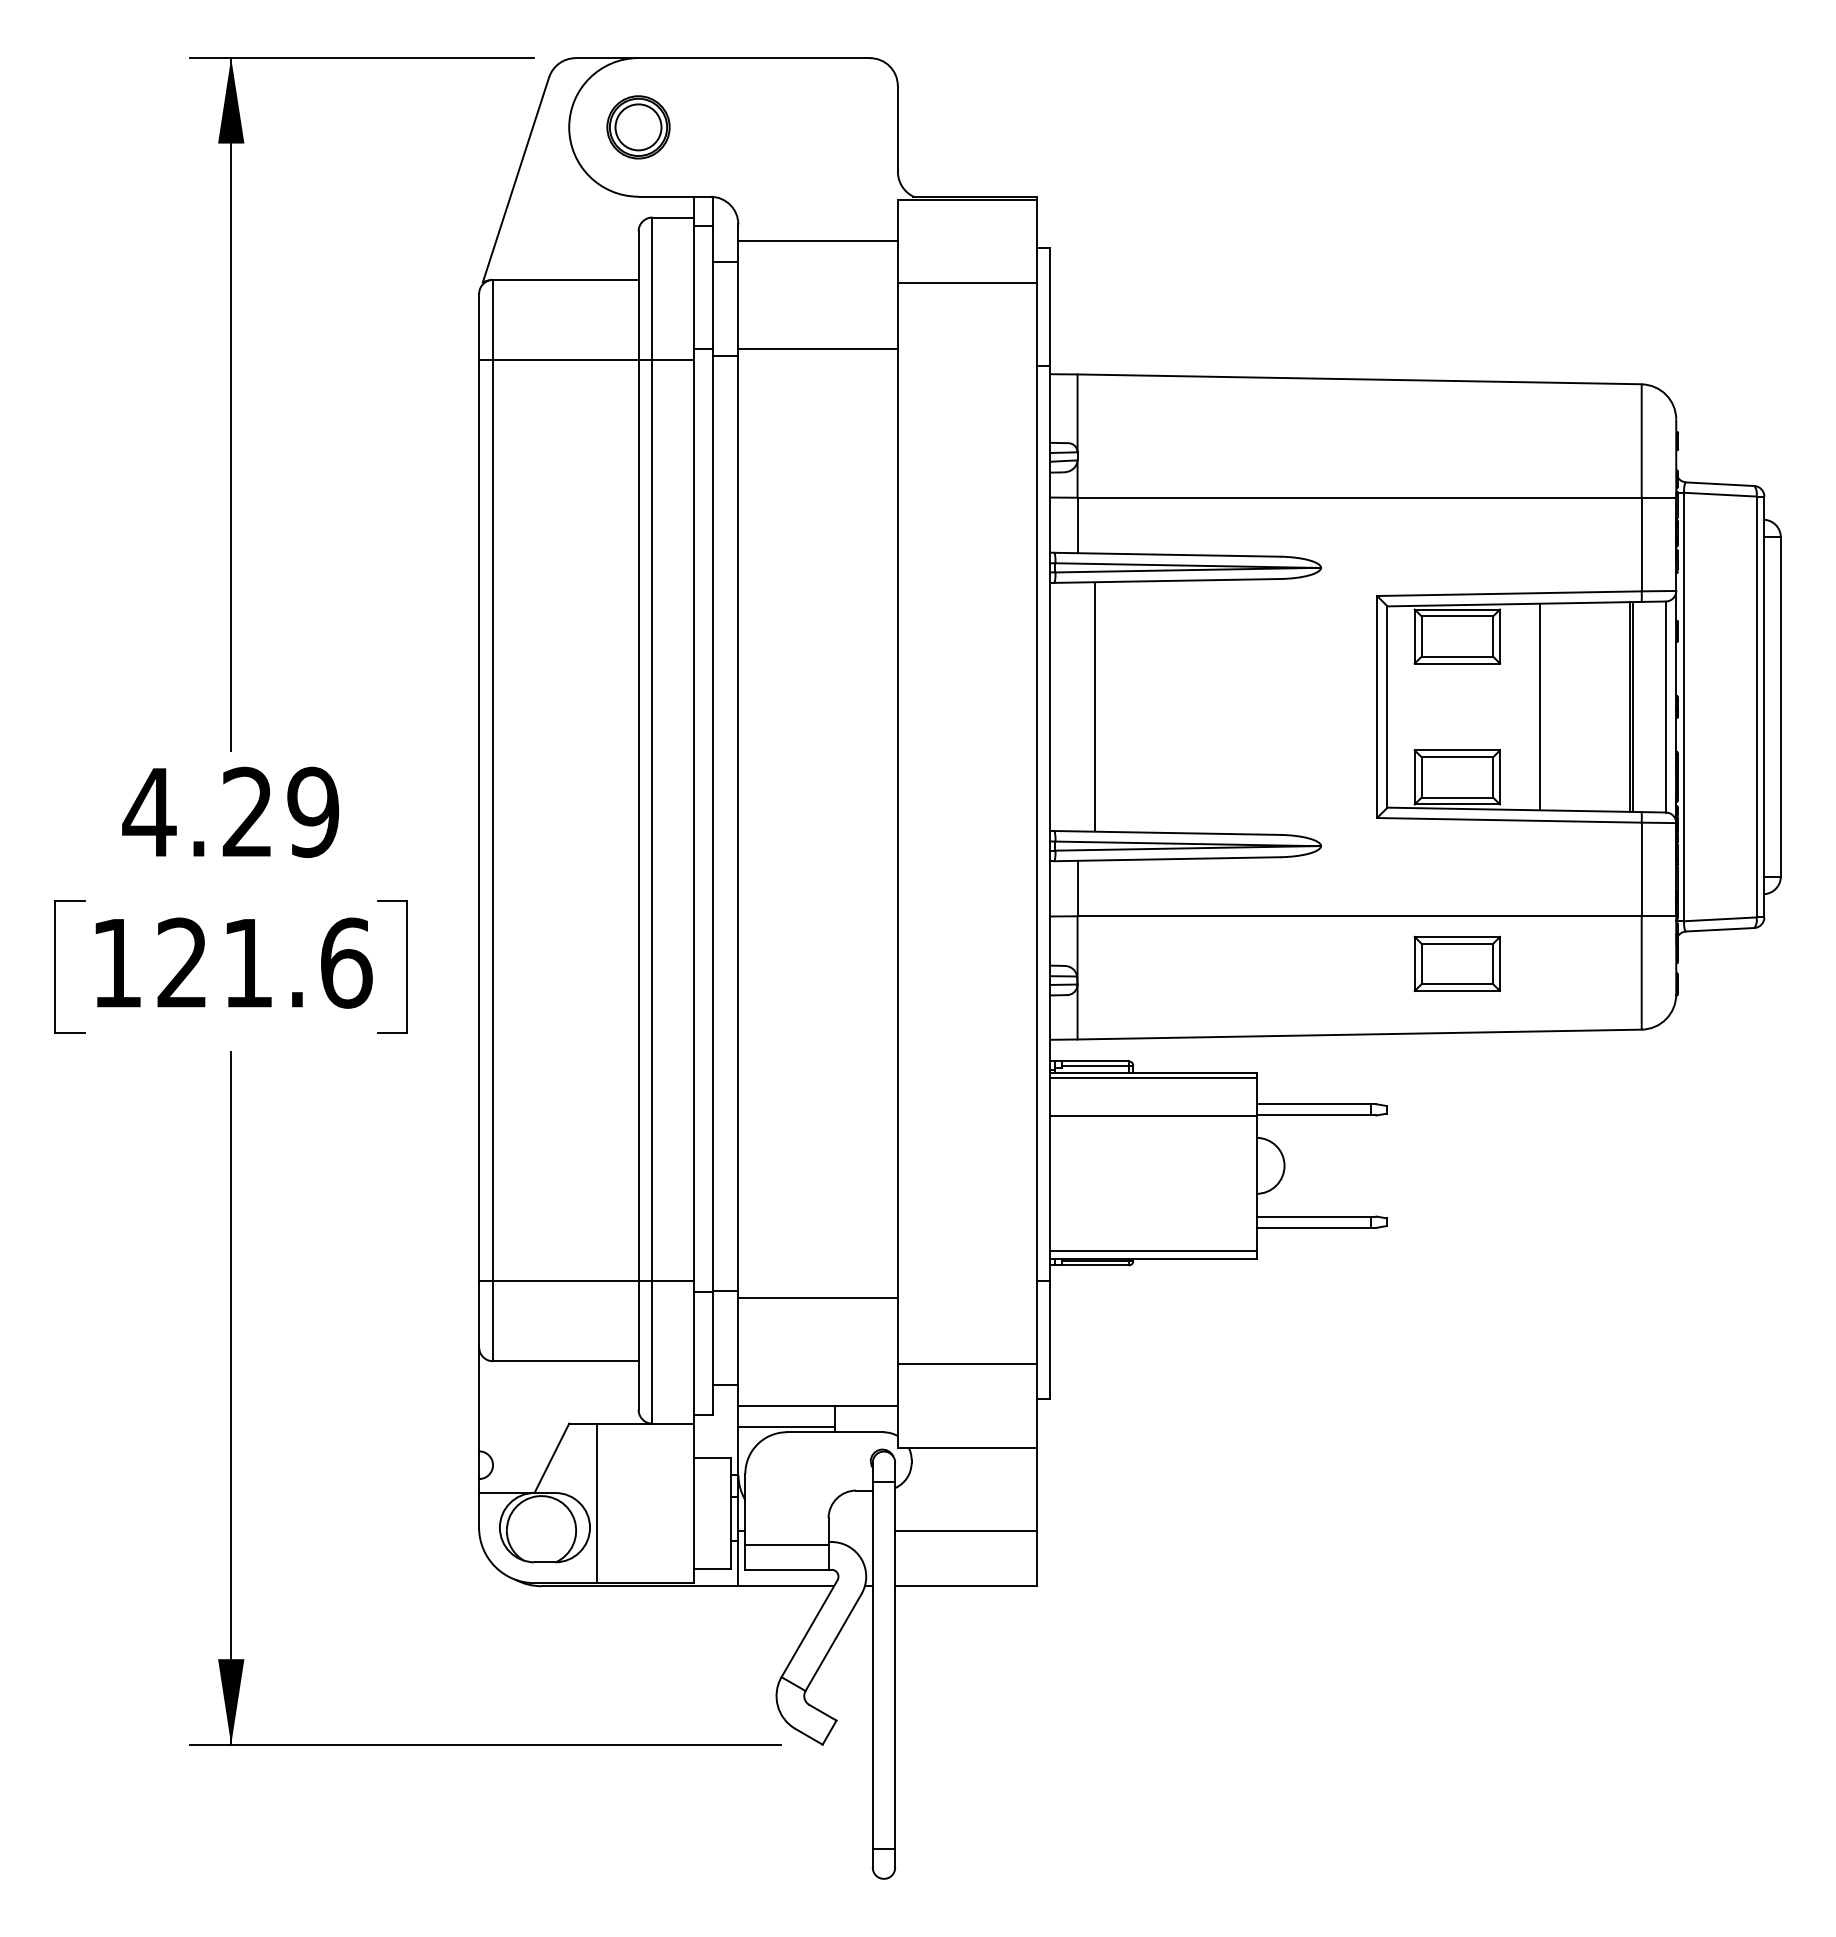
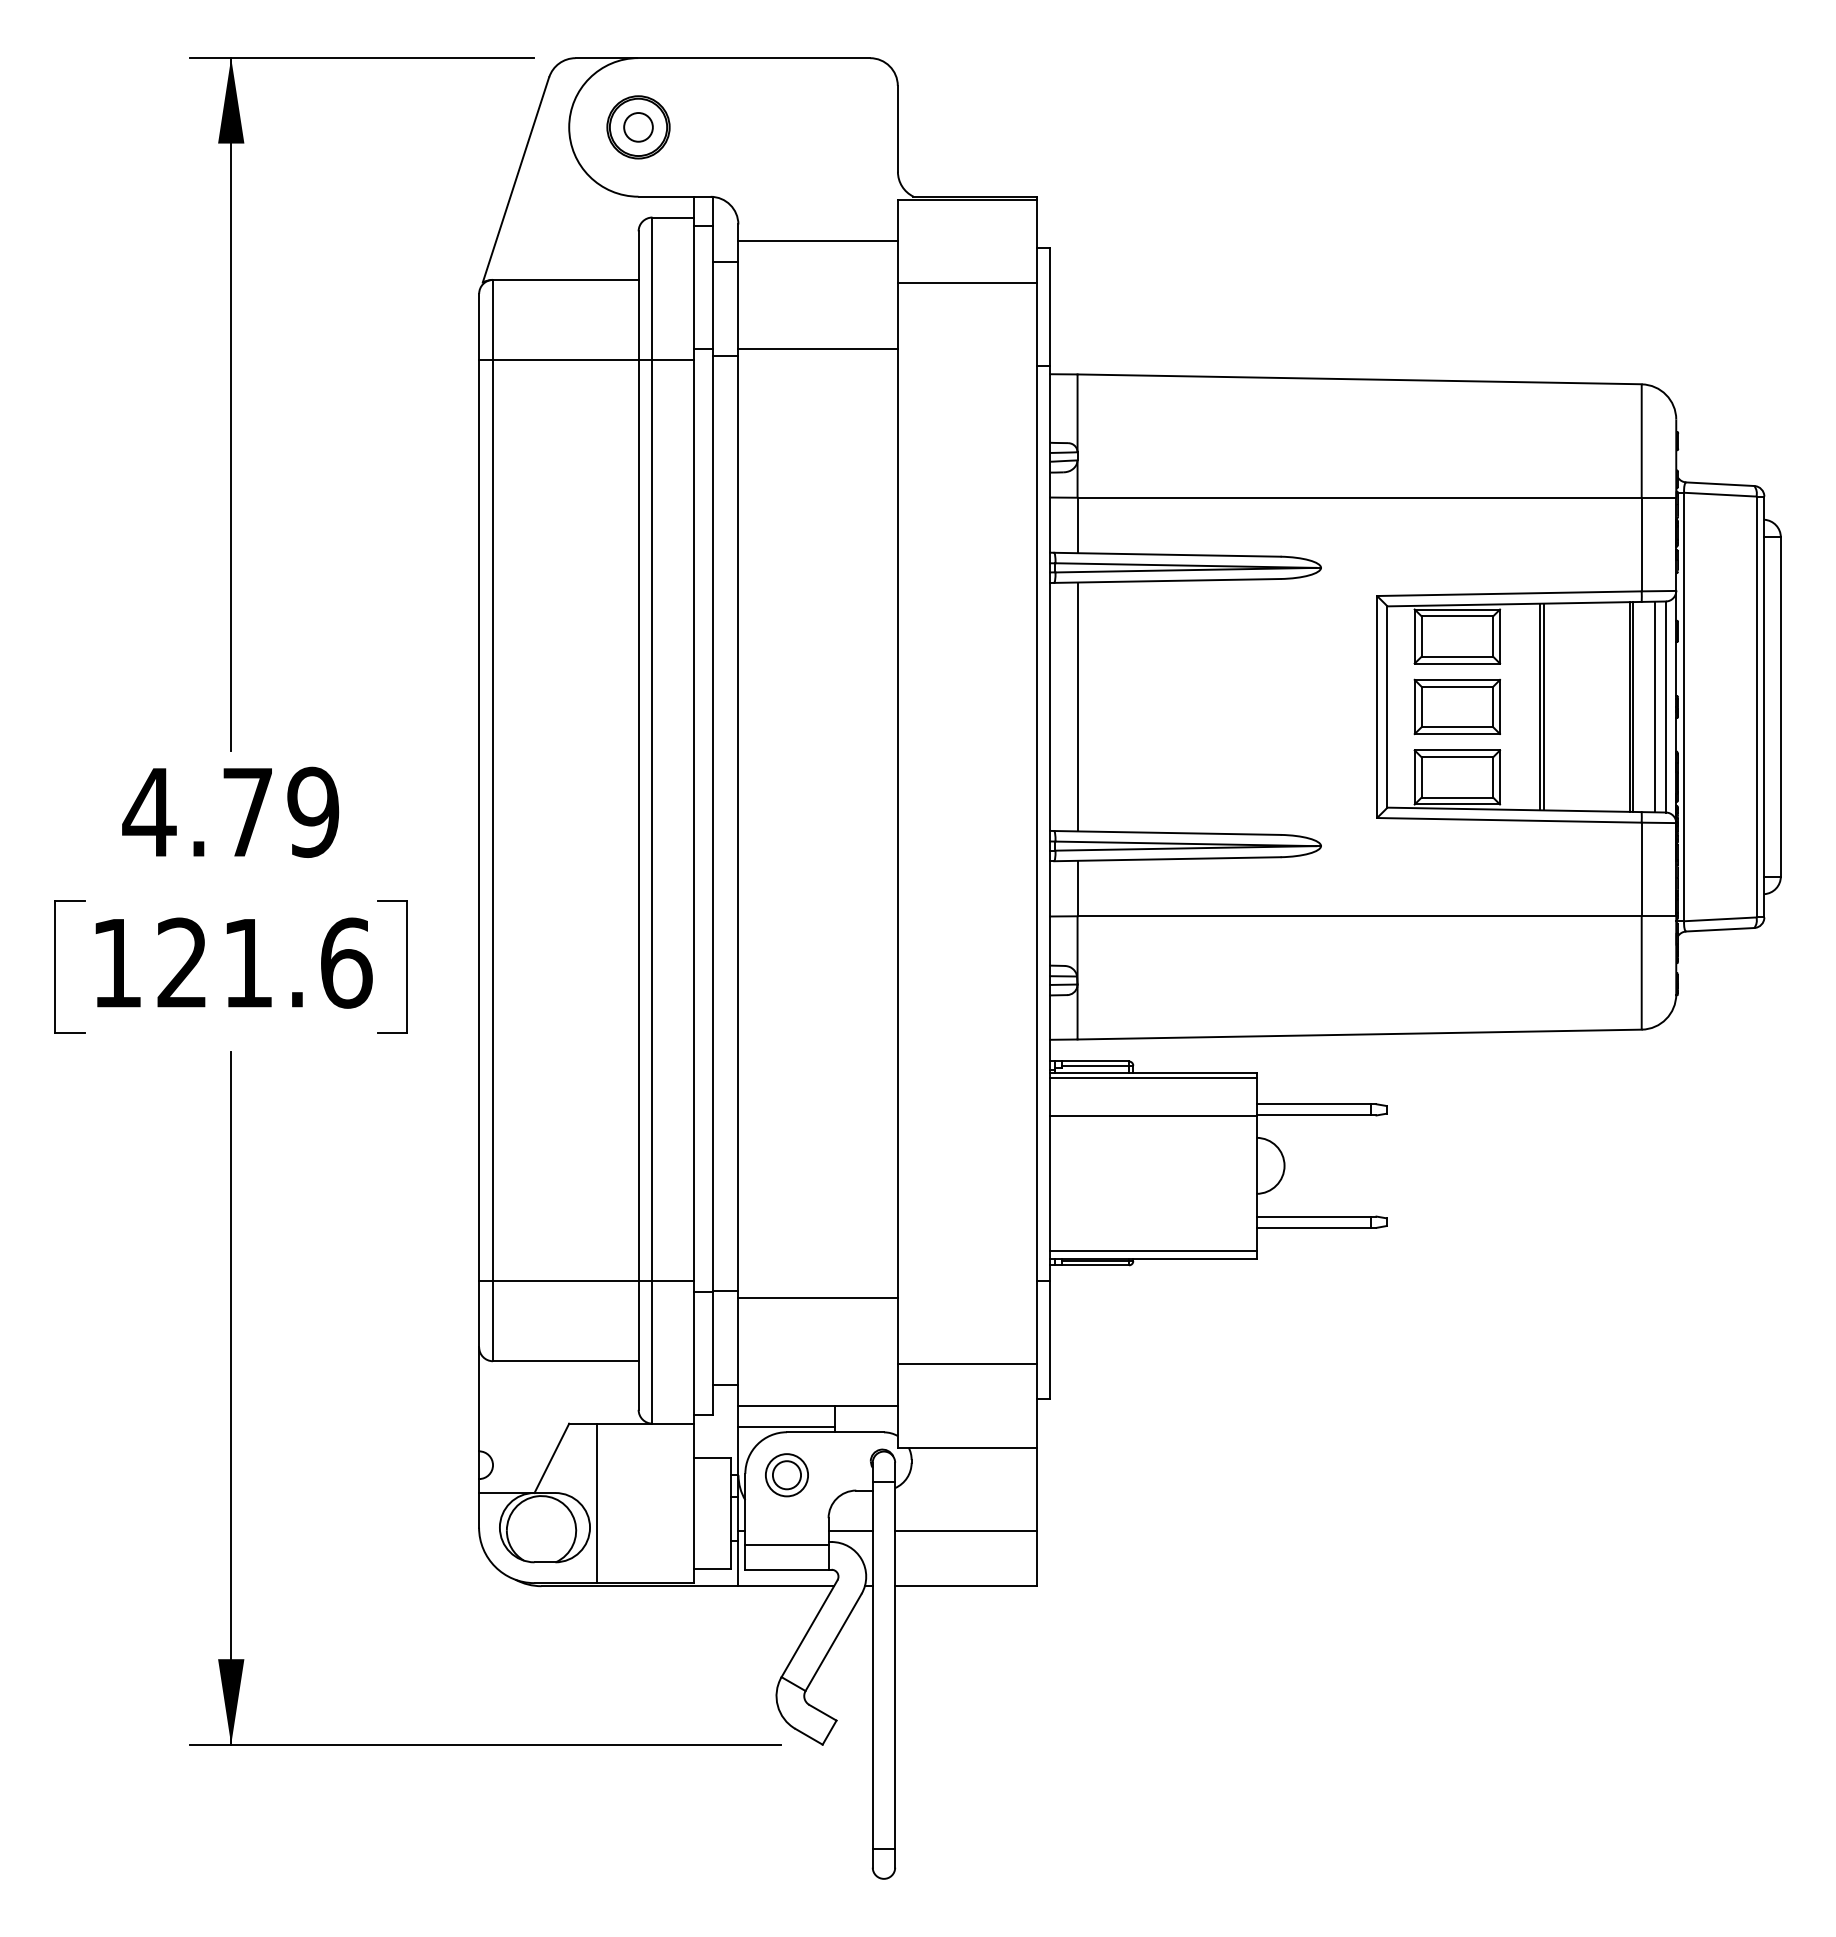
circle at (638, 127) diameter: 46 px -> 29 px
line at (1094, 706) position: (1094, 706) -> (1077, 706)
line at (1543, 706): none -> present
line at (1655, 706): none -> present
text at (246, 811): 4.29 -> 4.79
part at (1456, 963) position: (1456, 963) -> (1456, 706)
part at (786, 1475): none -> present
line at (850, 1530): none -> present
